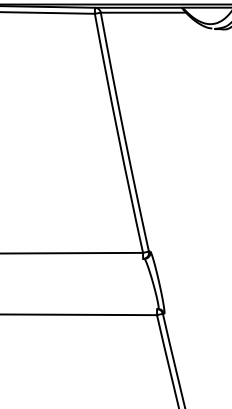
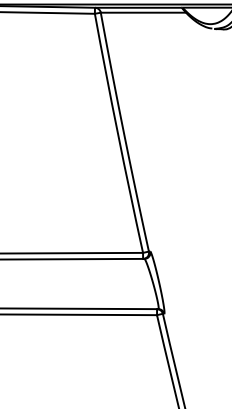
line at (73, 258): none -> present
line at (80, 308): none -> present
